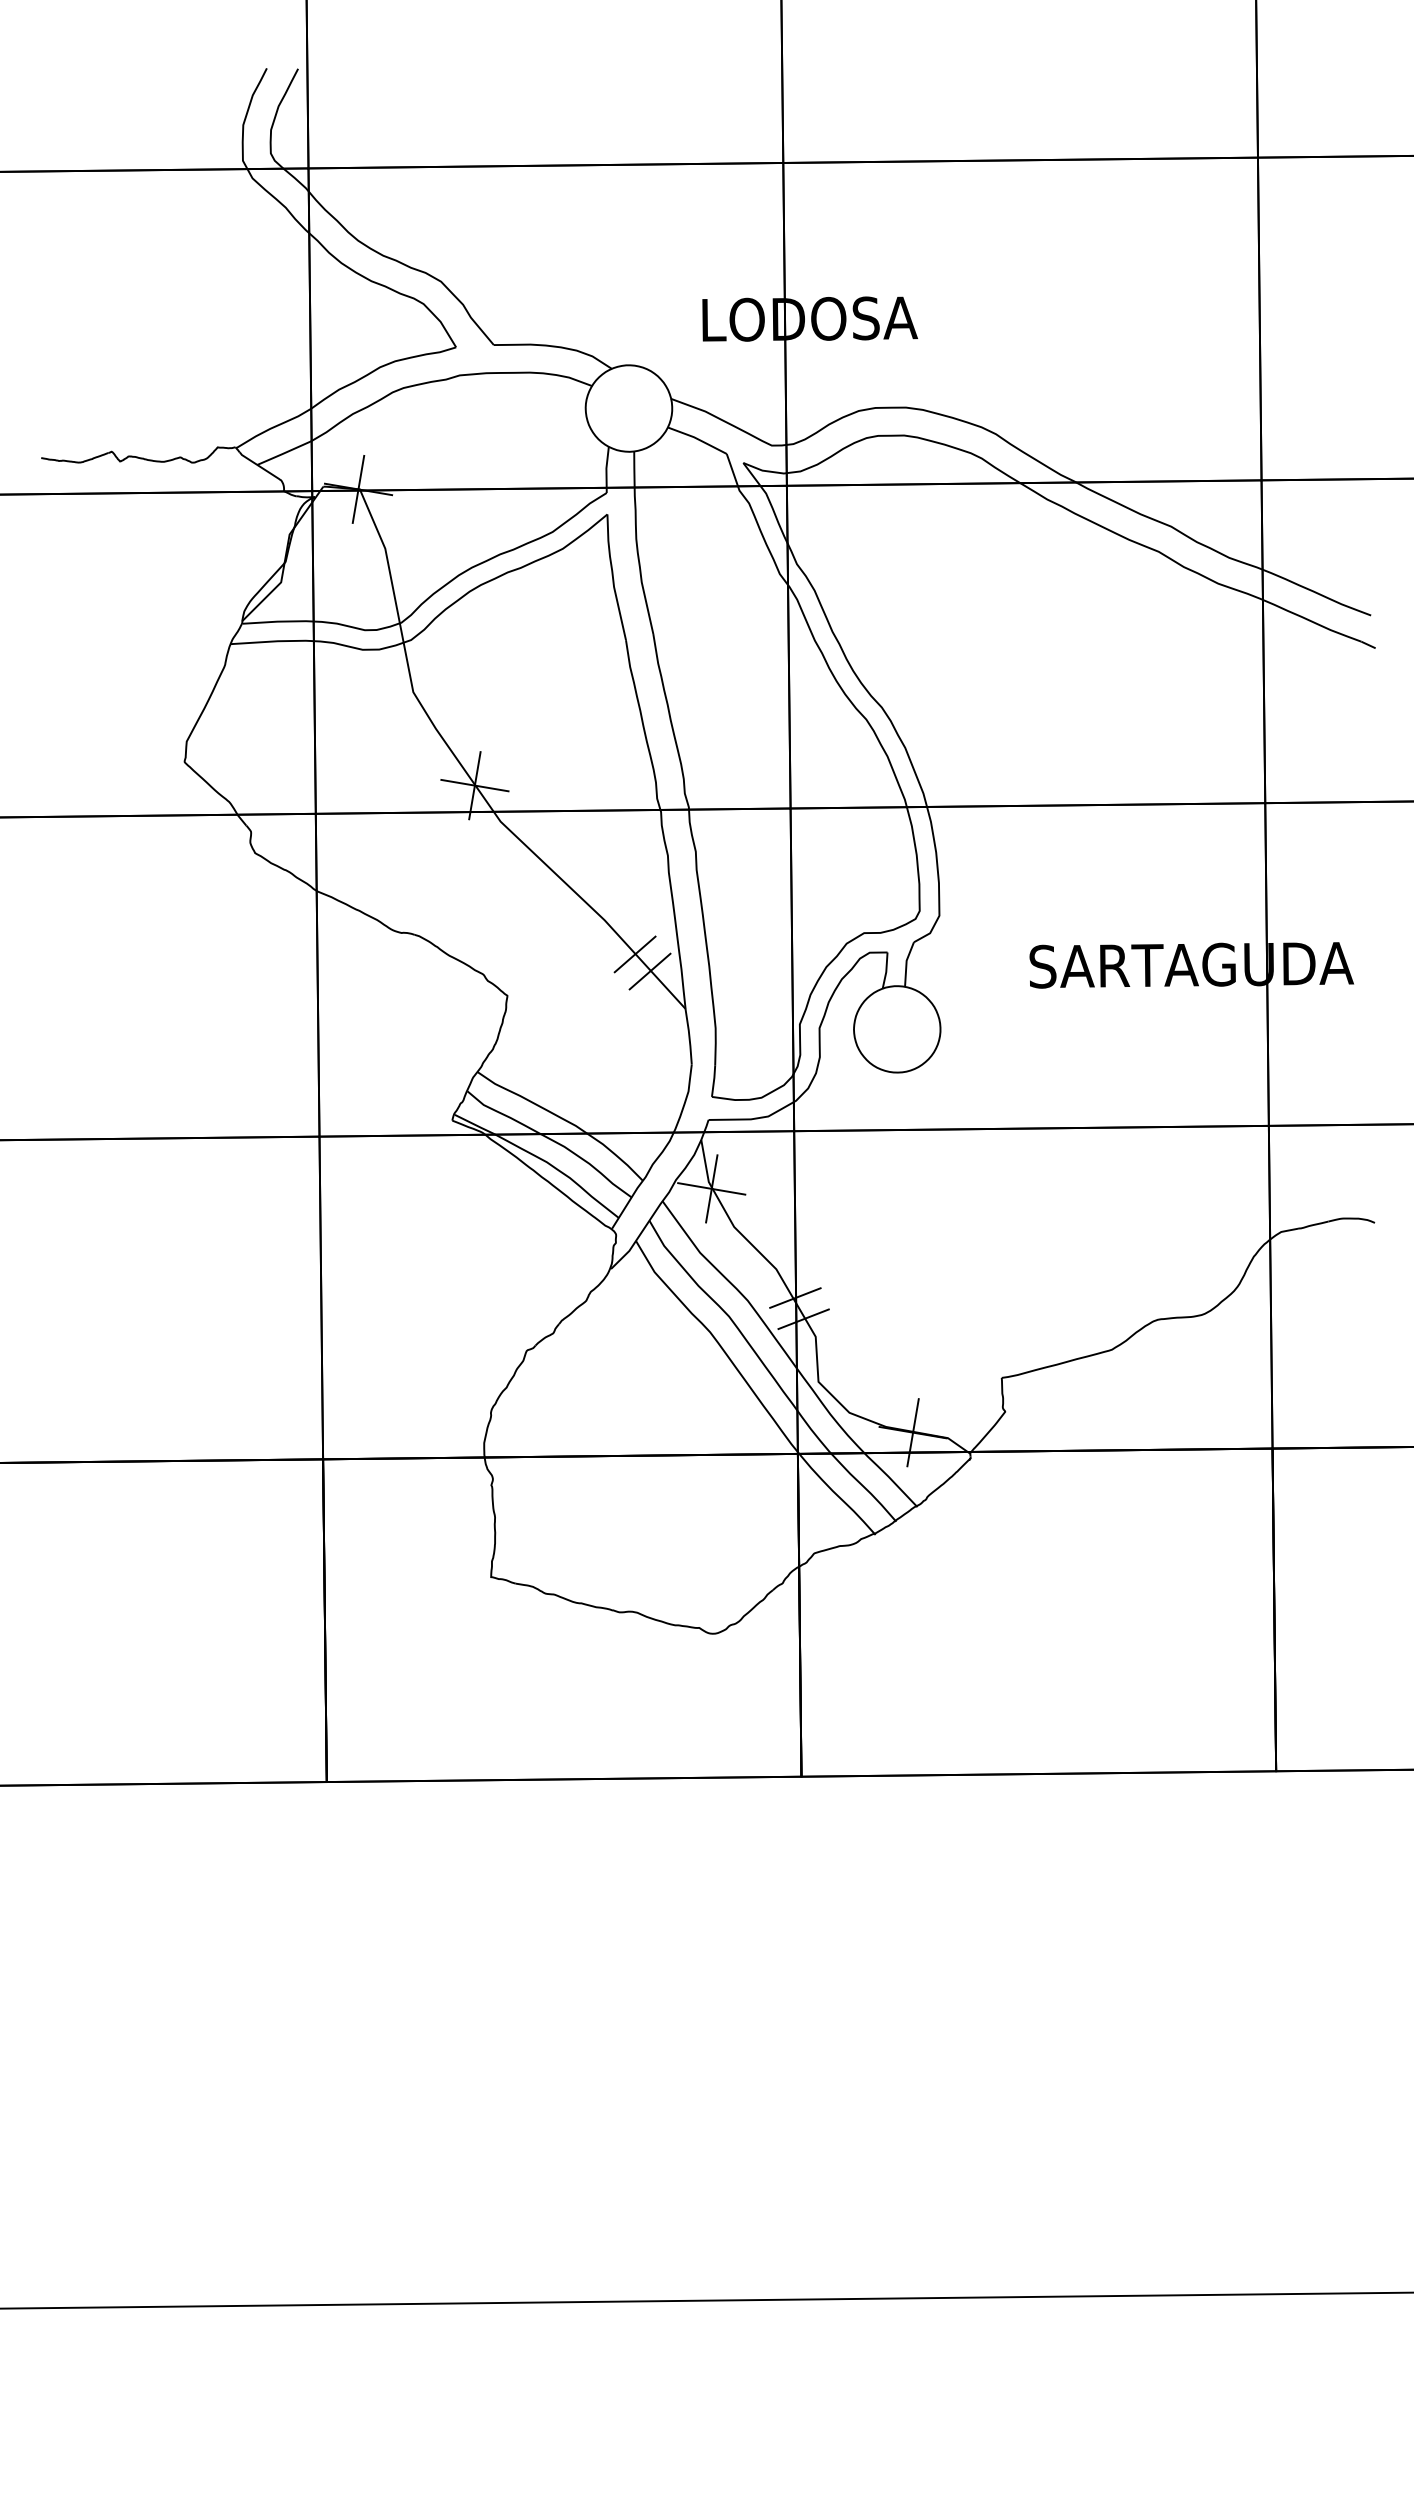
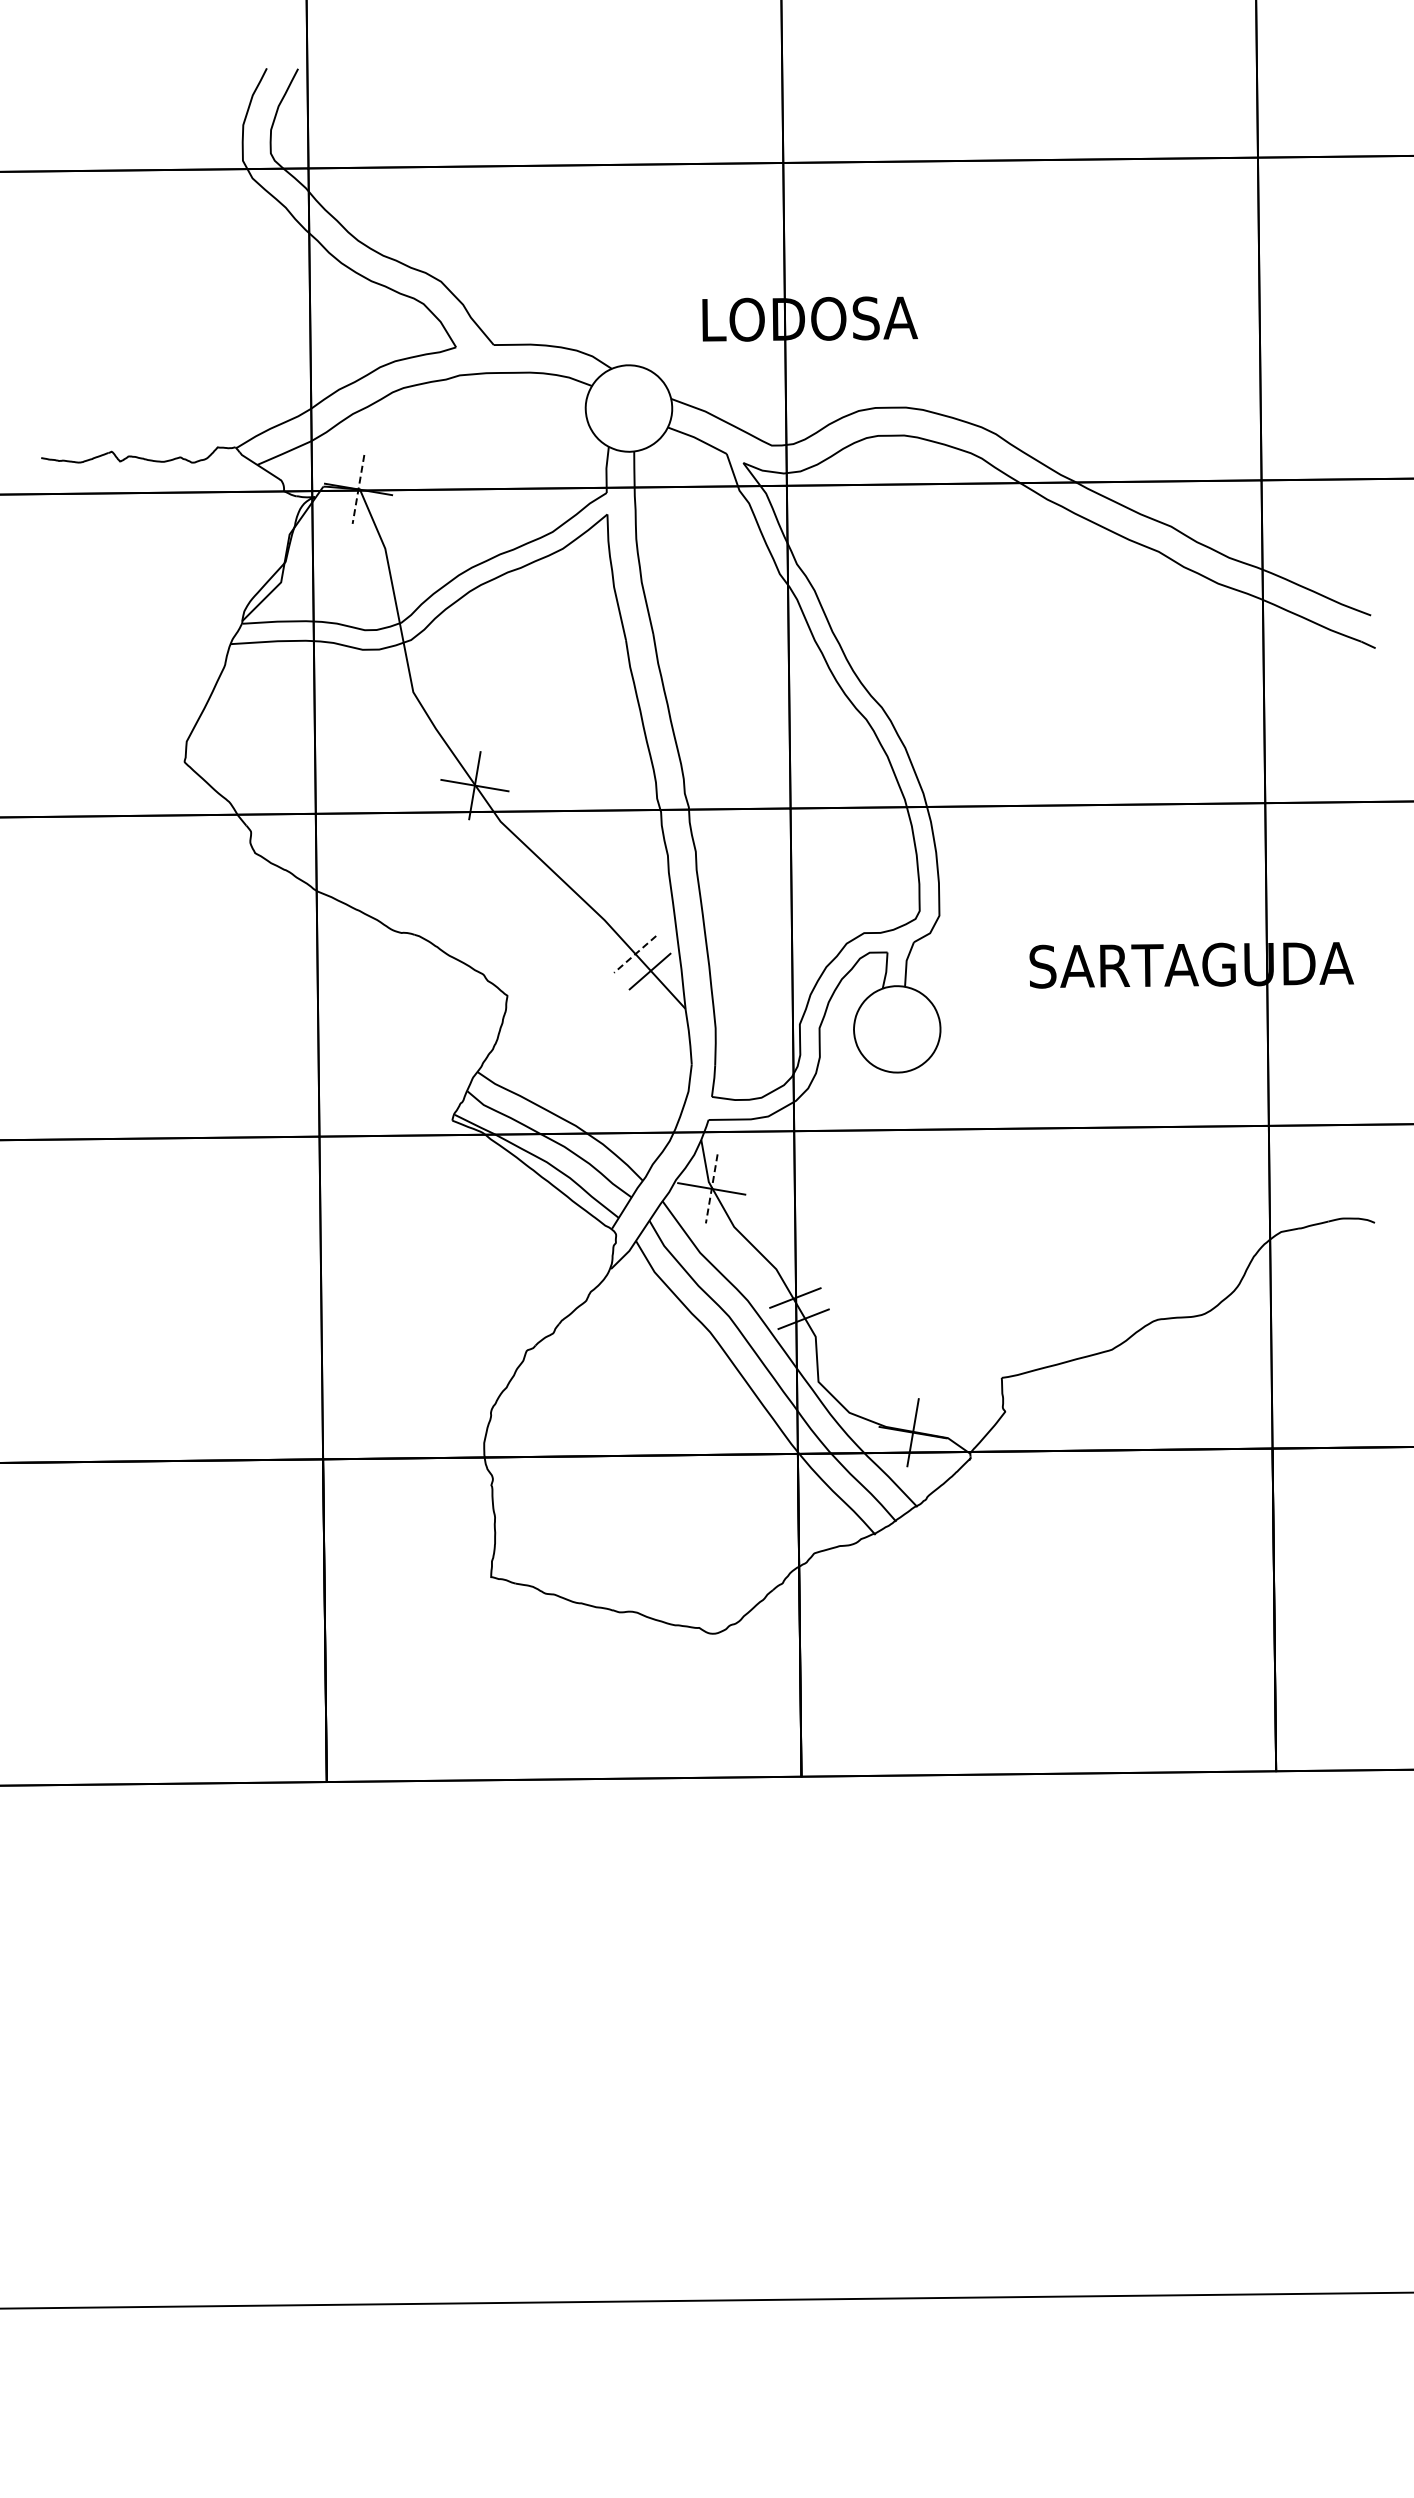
line at (358, 489): solid -> dashed
line at (635, 954): solid -> dashed
line at (711, 1189): solid -> dashed
